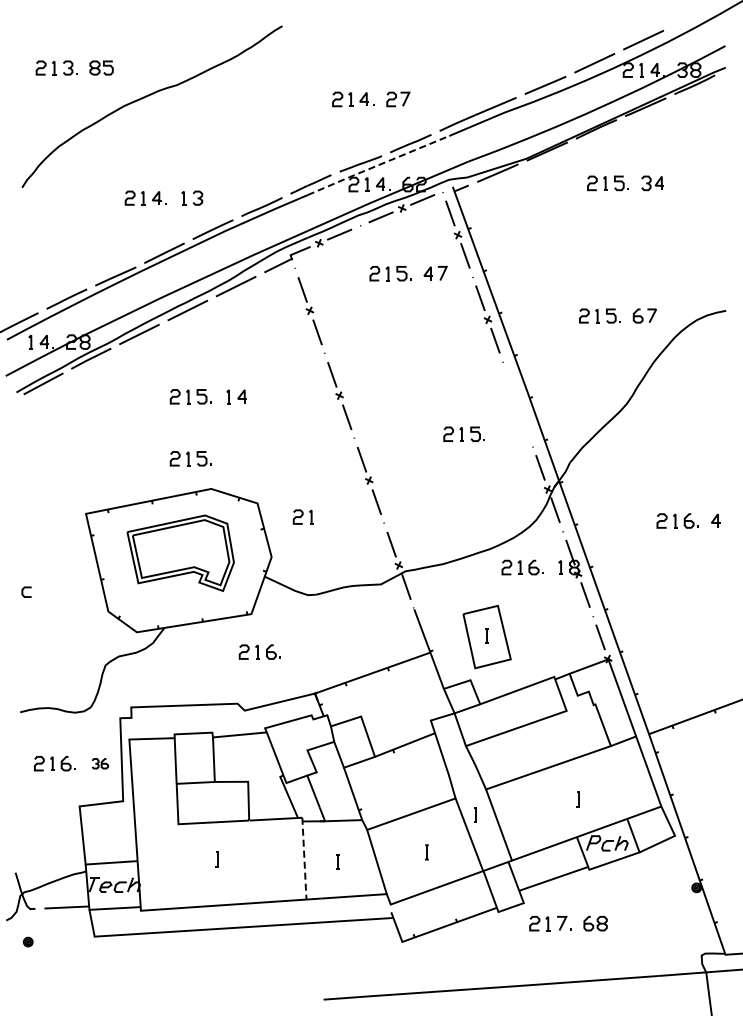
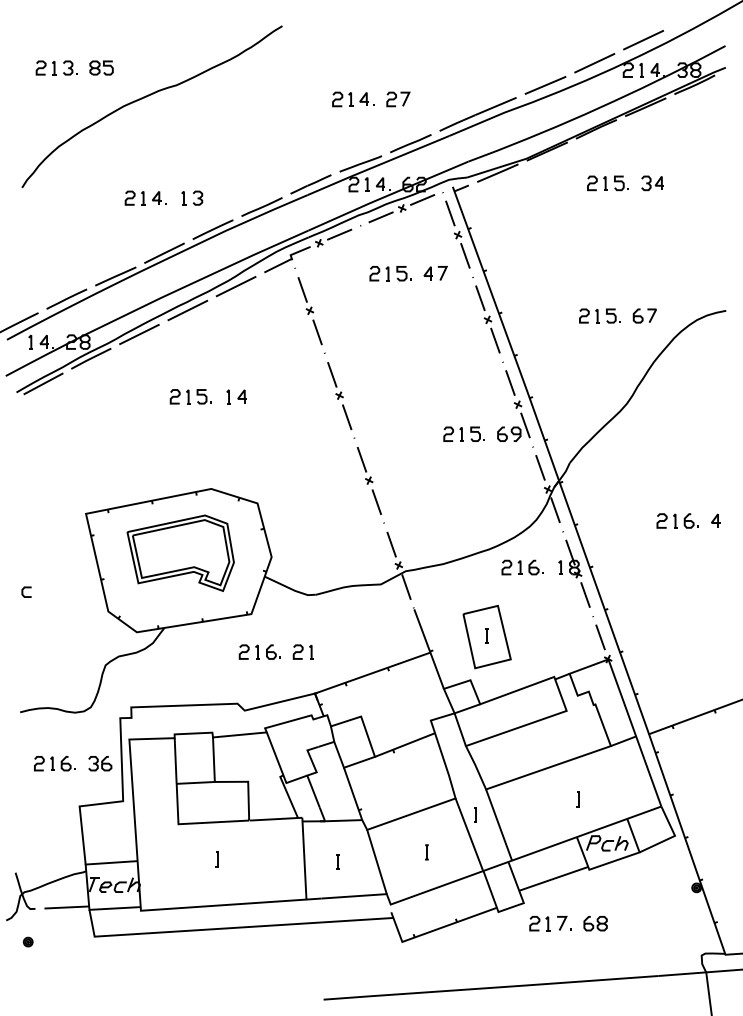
line at (378, 165): dashed -> solid
part at (513, 405): none -> present
part at (190, 458): present -> none
part at (302, 516) position: (302, 516) -> (302, 651)
part at (100, 763) size: 17x12 px -> 25x16 px
line at (304, 859): dashed -> solid
